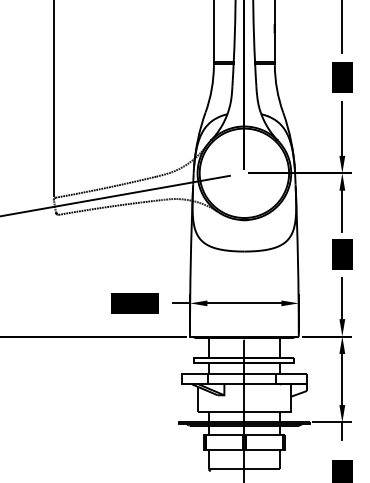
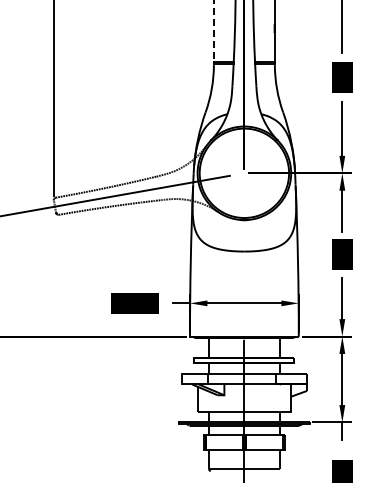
line at (213, 31): solid -> dashed
